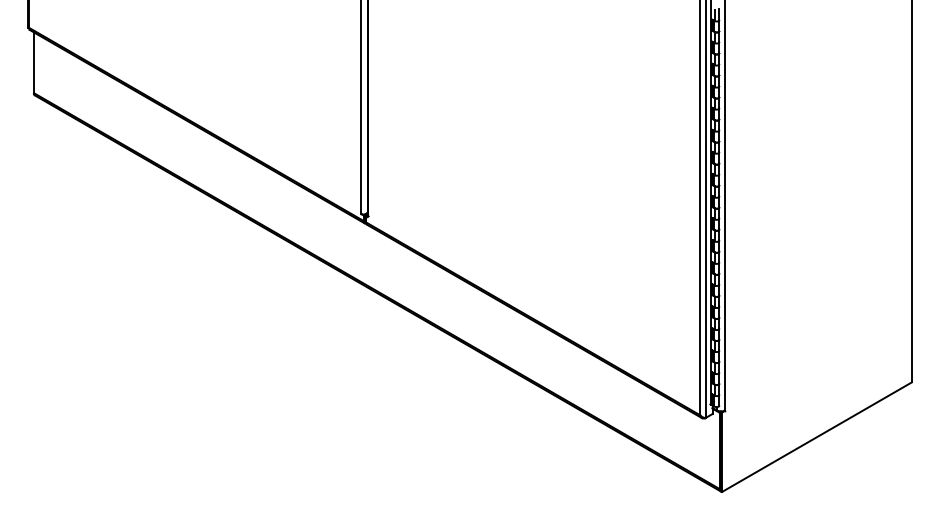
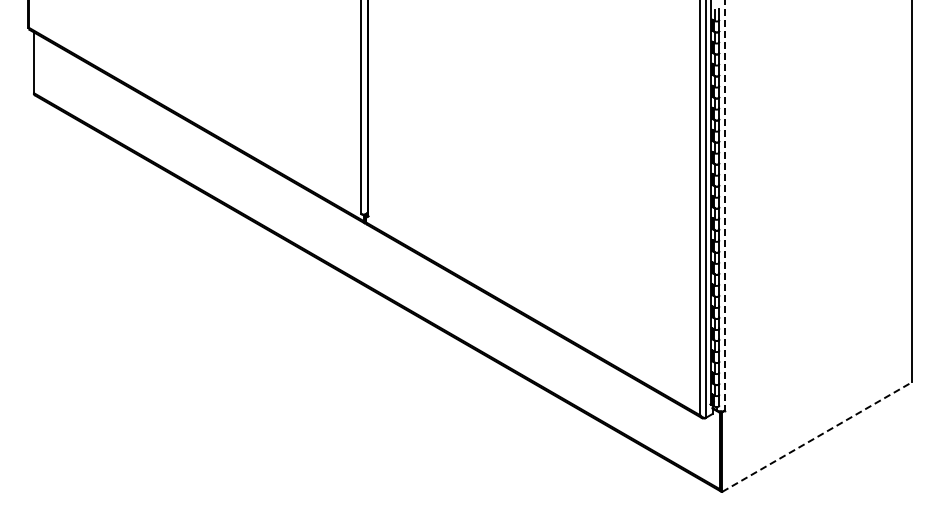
line at (724, 205): solid -> dashed
line at (817, 436): solid -> dashed
